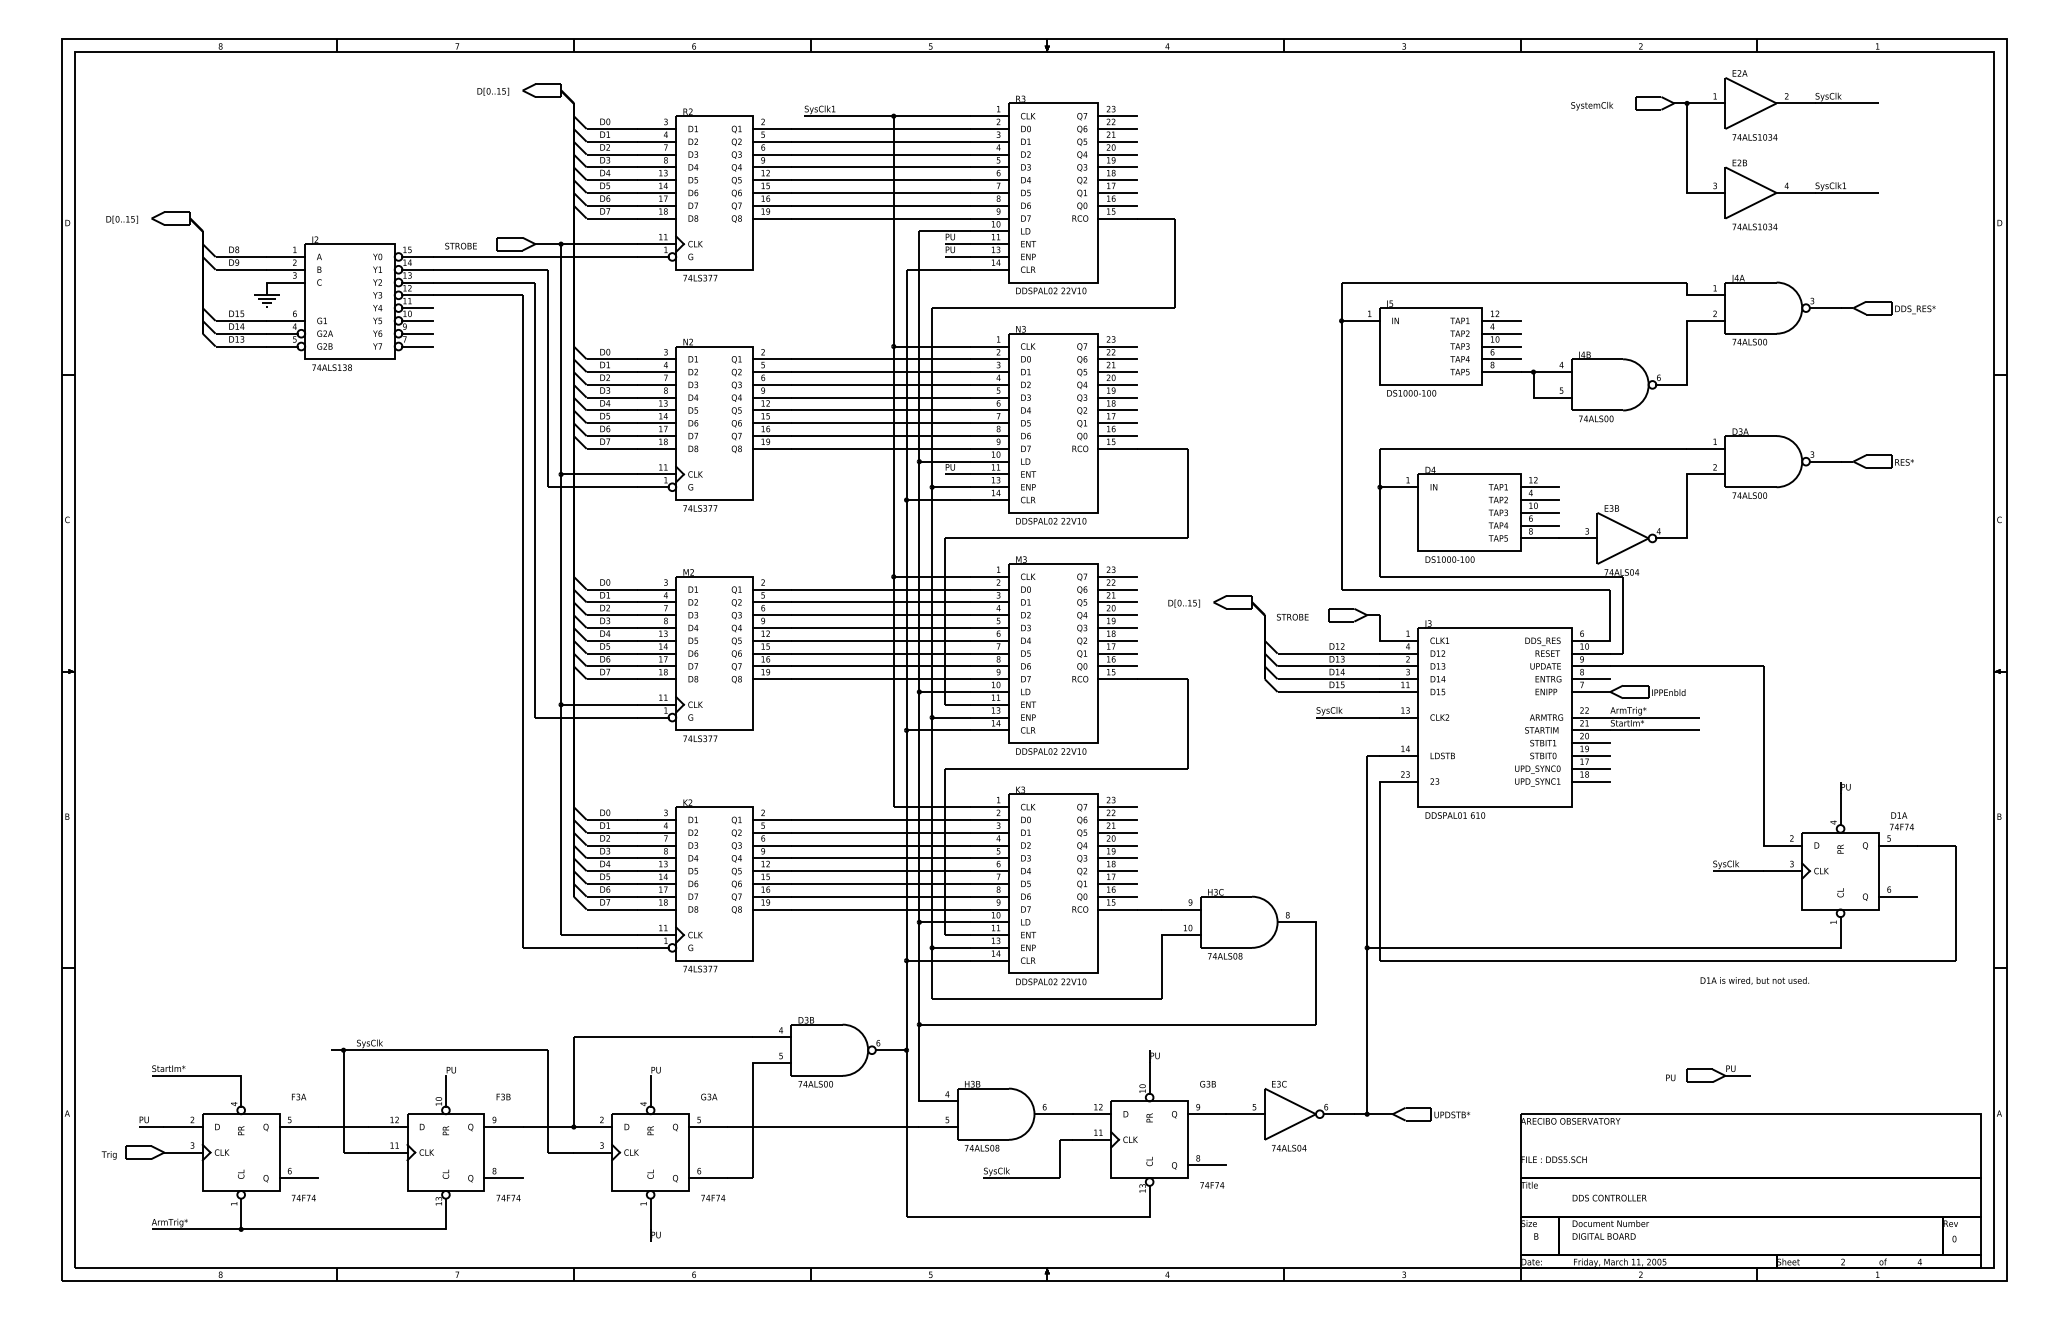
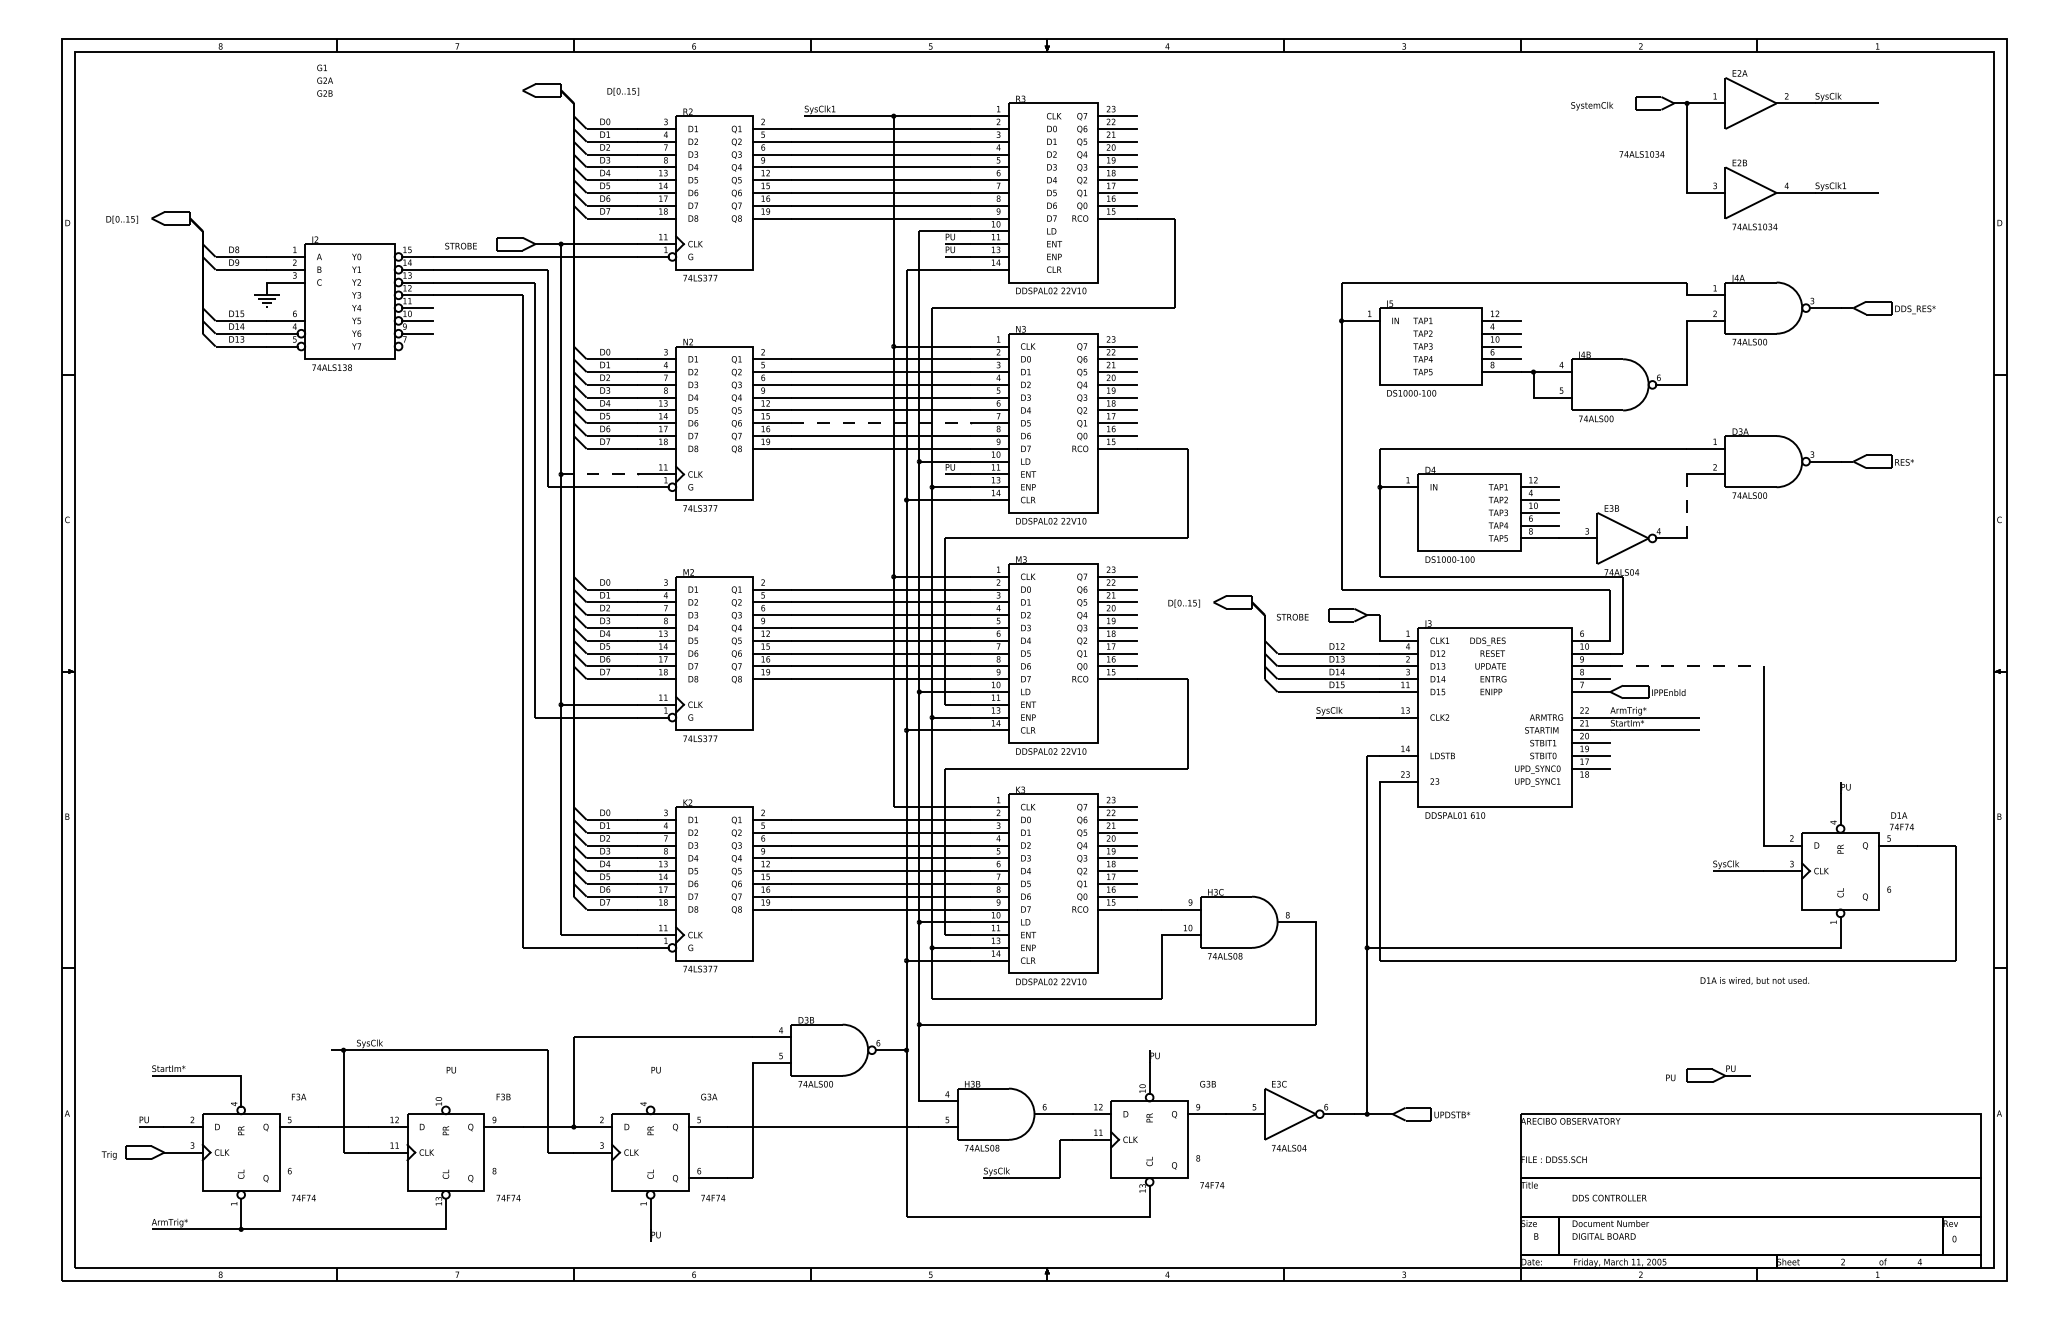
text at (493, 91) position: (493, 91) -> (623, 91)
text at (1754, 137) position: (1754, 137) -> (1641, 154)
text at (1028, 192) position: (1028, 192) -> (1054, 192)
text at (377, 301) position: (377, 301) -> (356, 301)
text at (324, 333) position: (324, 333) -> (324, 80)
line at (417, 346): present -> none
text at (1459, 346) position: (1459, 346) -> (1422, 346)
line at (880, 423): solid -> dashed
line at (599, 474): solid -> dashed
line at (1687, 506): solid -> dashed
text at (1543, 666) position: (1543, 666) -> (1488, 666)
line at (1687, 666): solid -> dashed
line at (1590, 781): present -> none
line at (1897, 896): present -> none
line at (445, 1090): present -> none
line at (650, 1090): present -> none
line at (1207, 1165): present -> none
line at (298, 1178): present -> none
line at (503, 1178): present -> none
